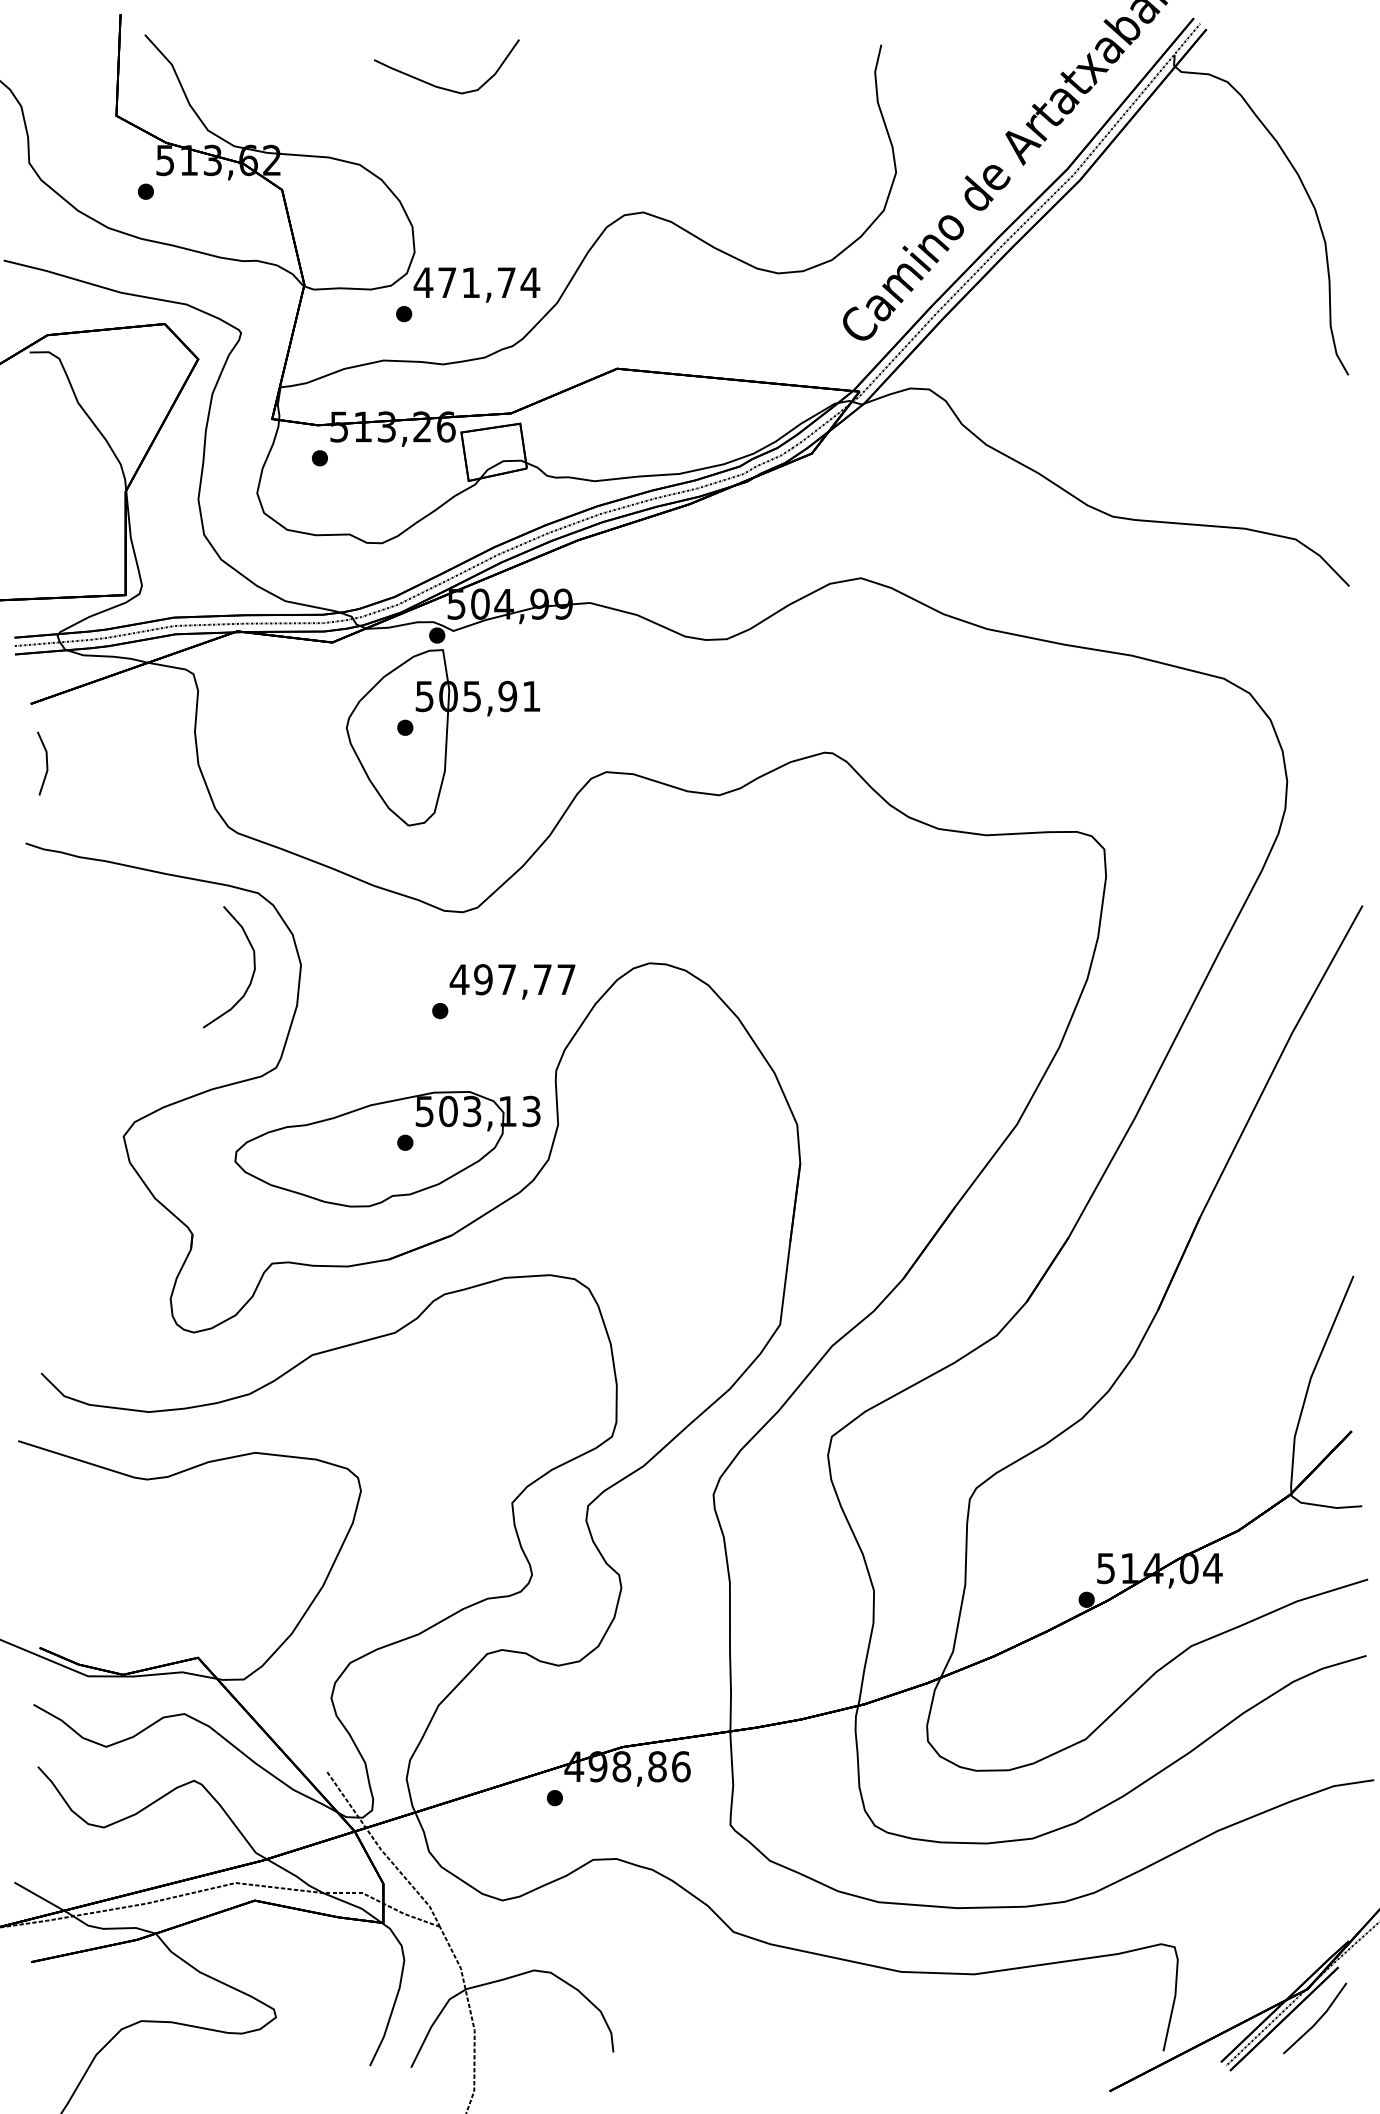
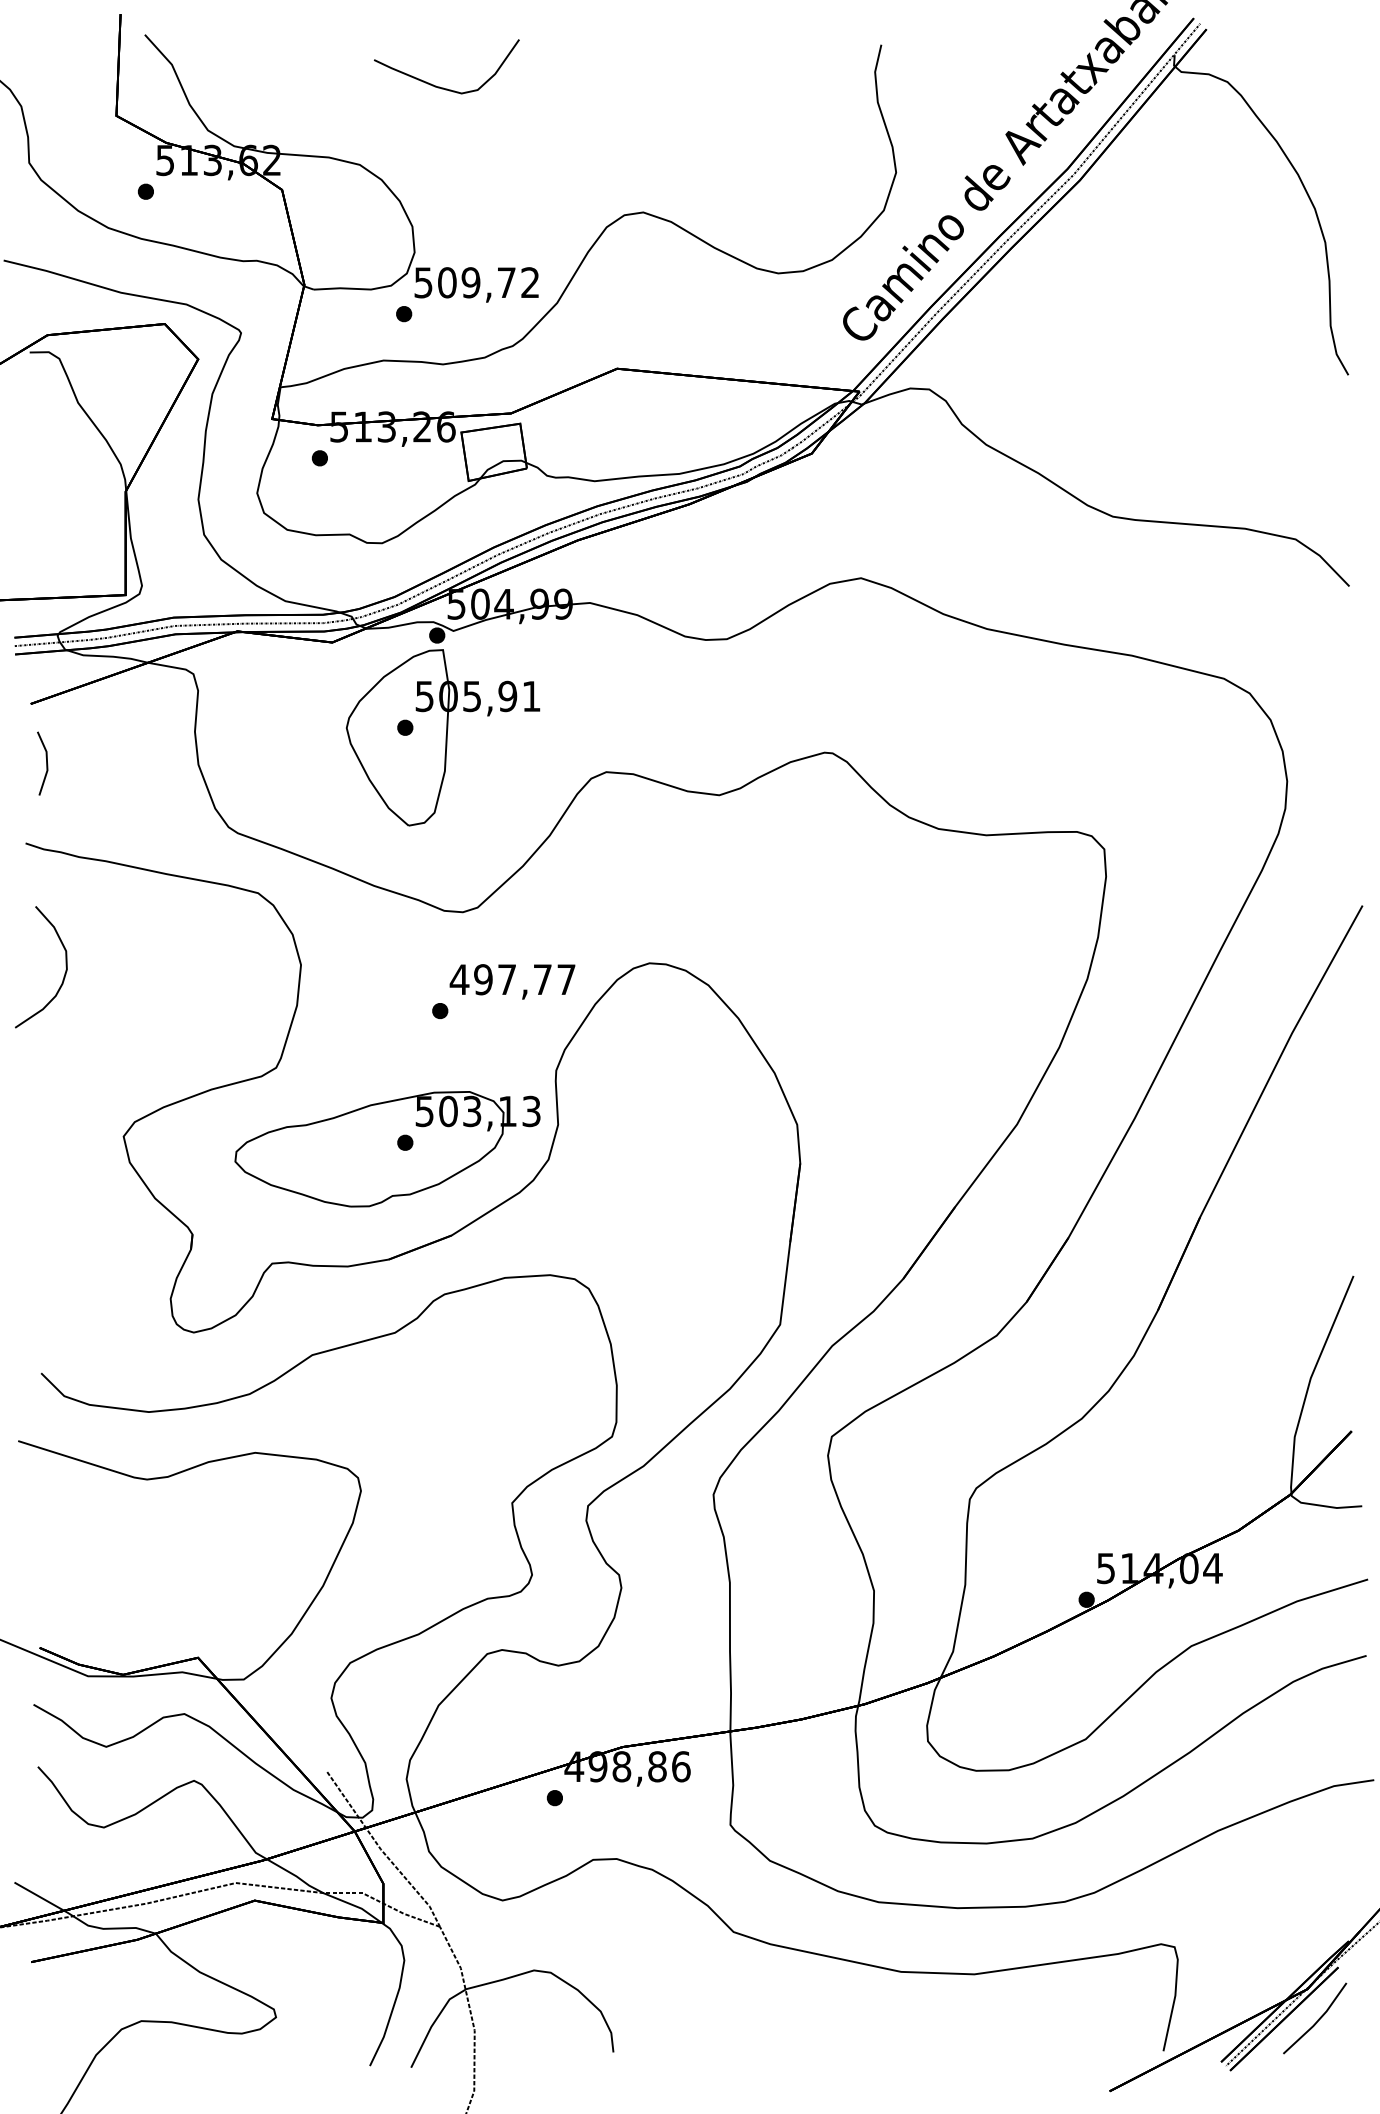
text at (476, 282): 471,74 -> 509,72
part at (252, 973) position: (252, 973) -> (64, 973)
